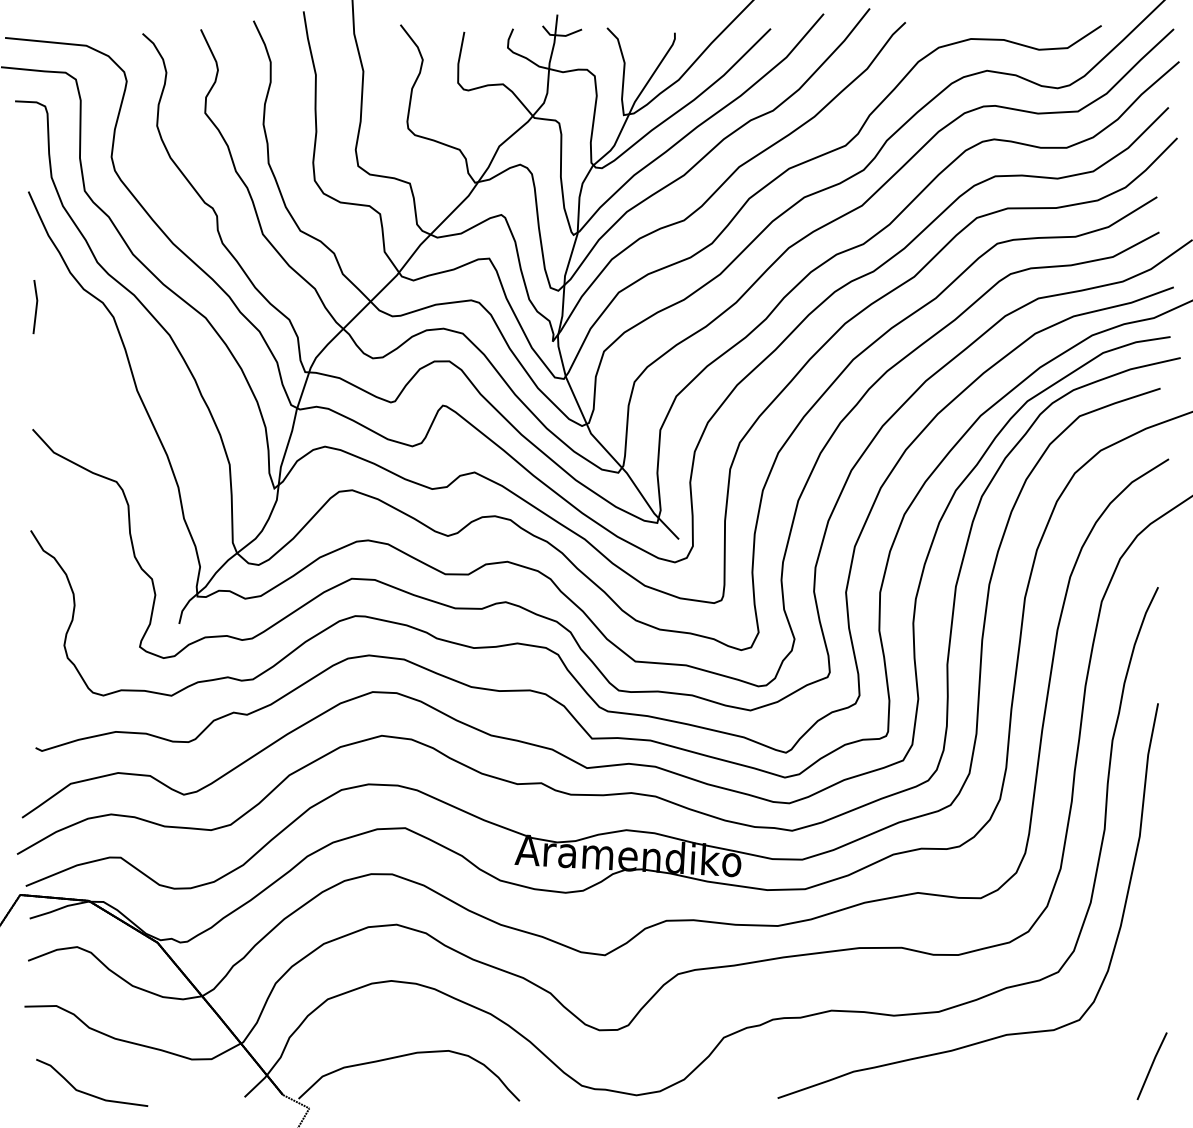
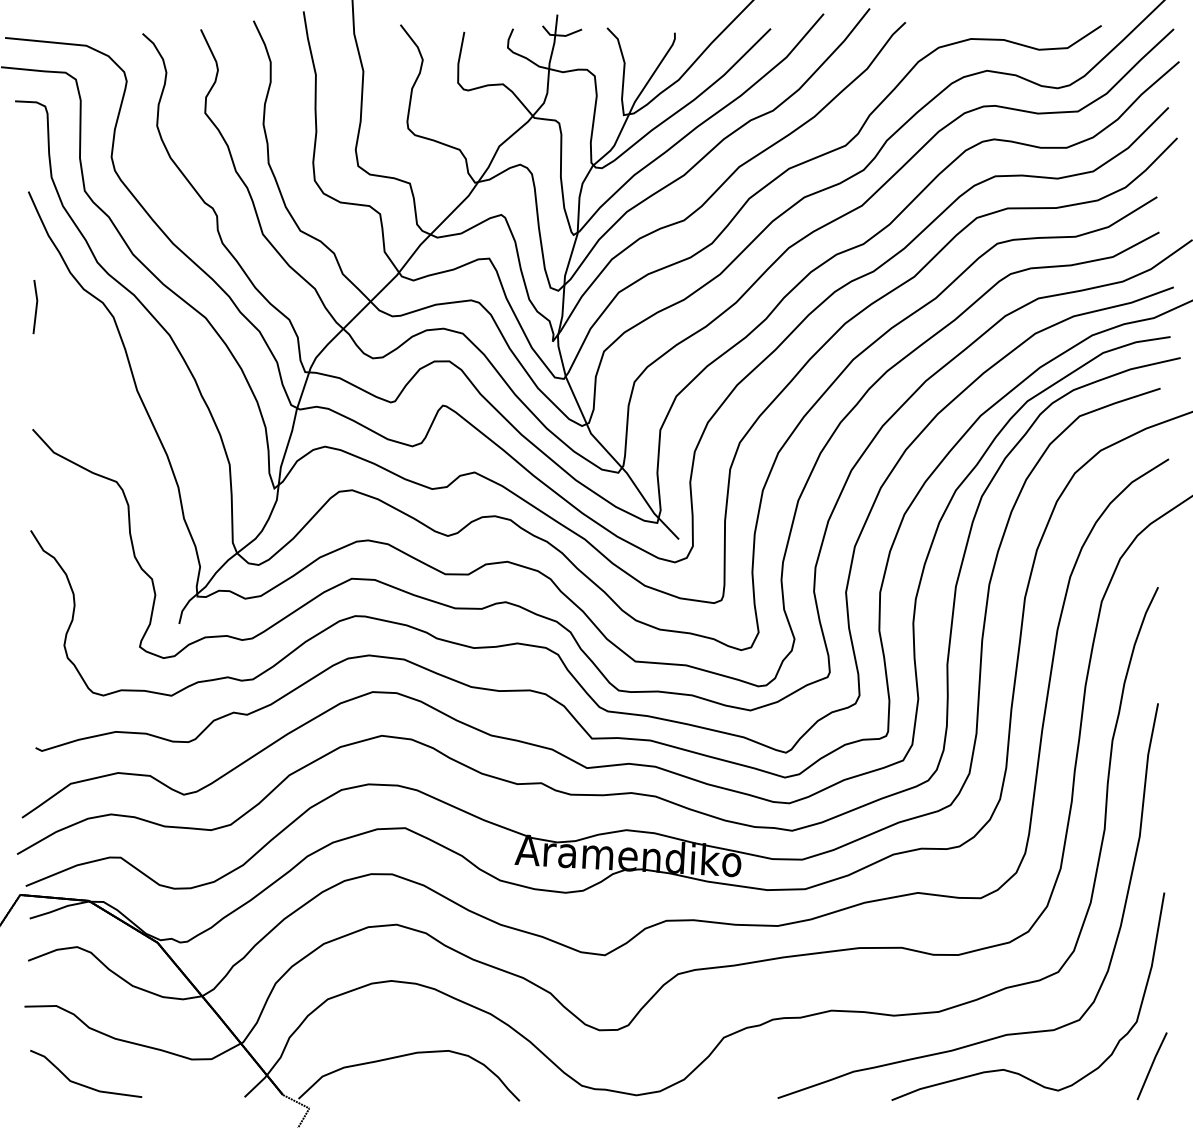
curve at (1010, 1070): none -> present
curve at (89, 1093) position: (89, 1093) -> (83, 1084)
